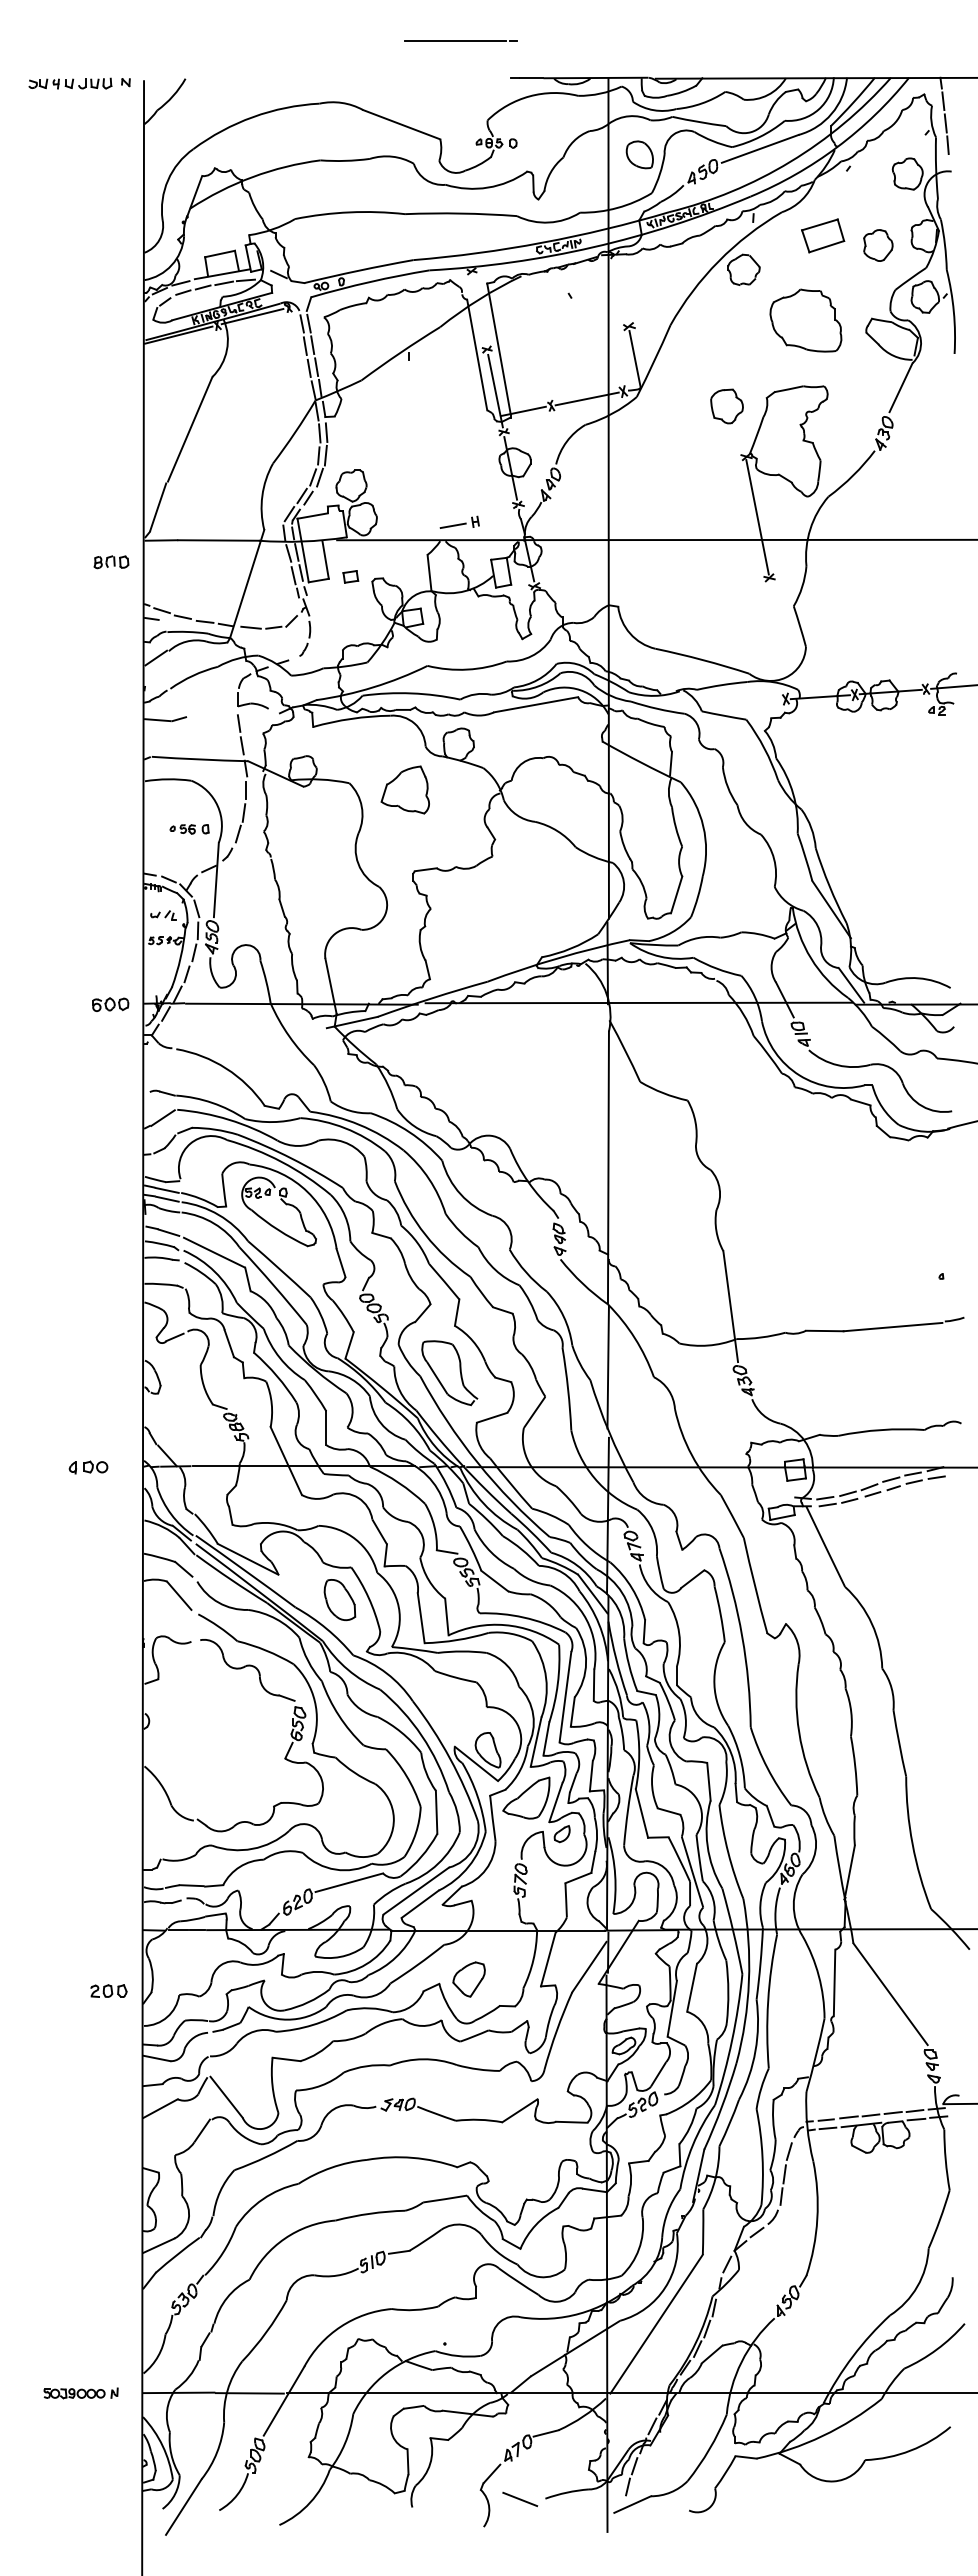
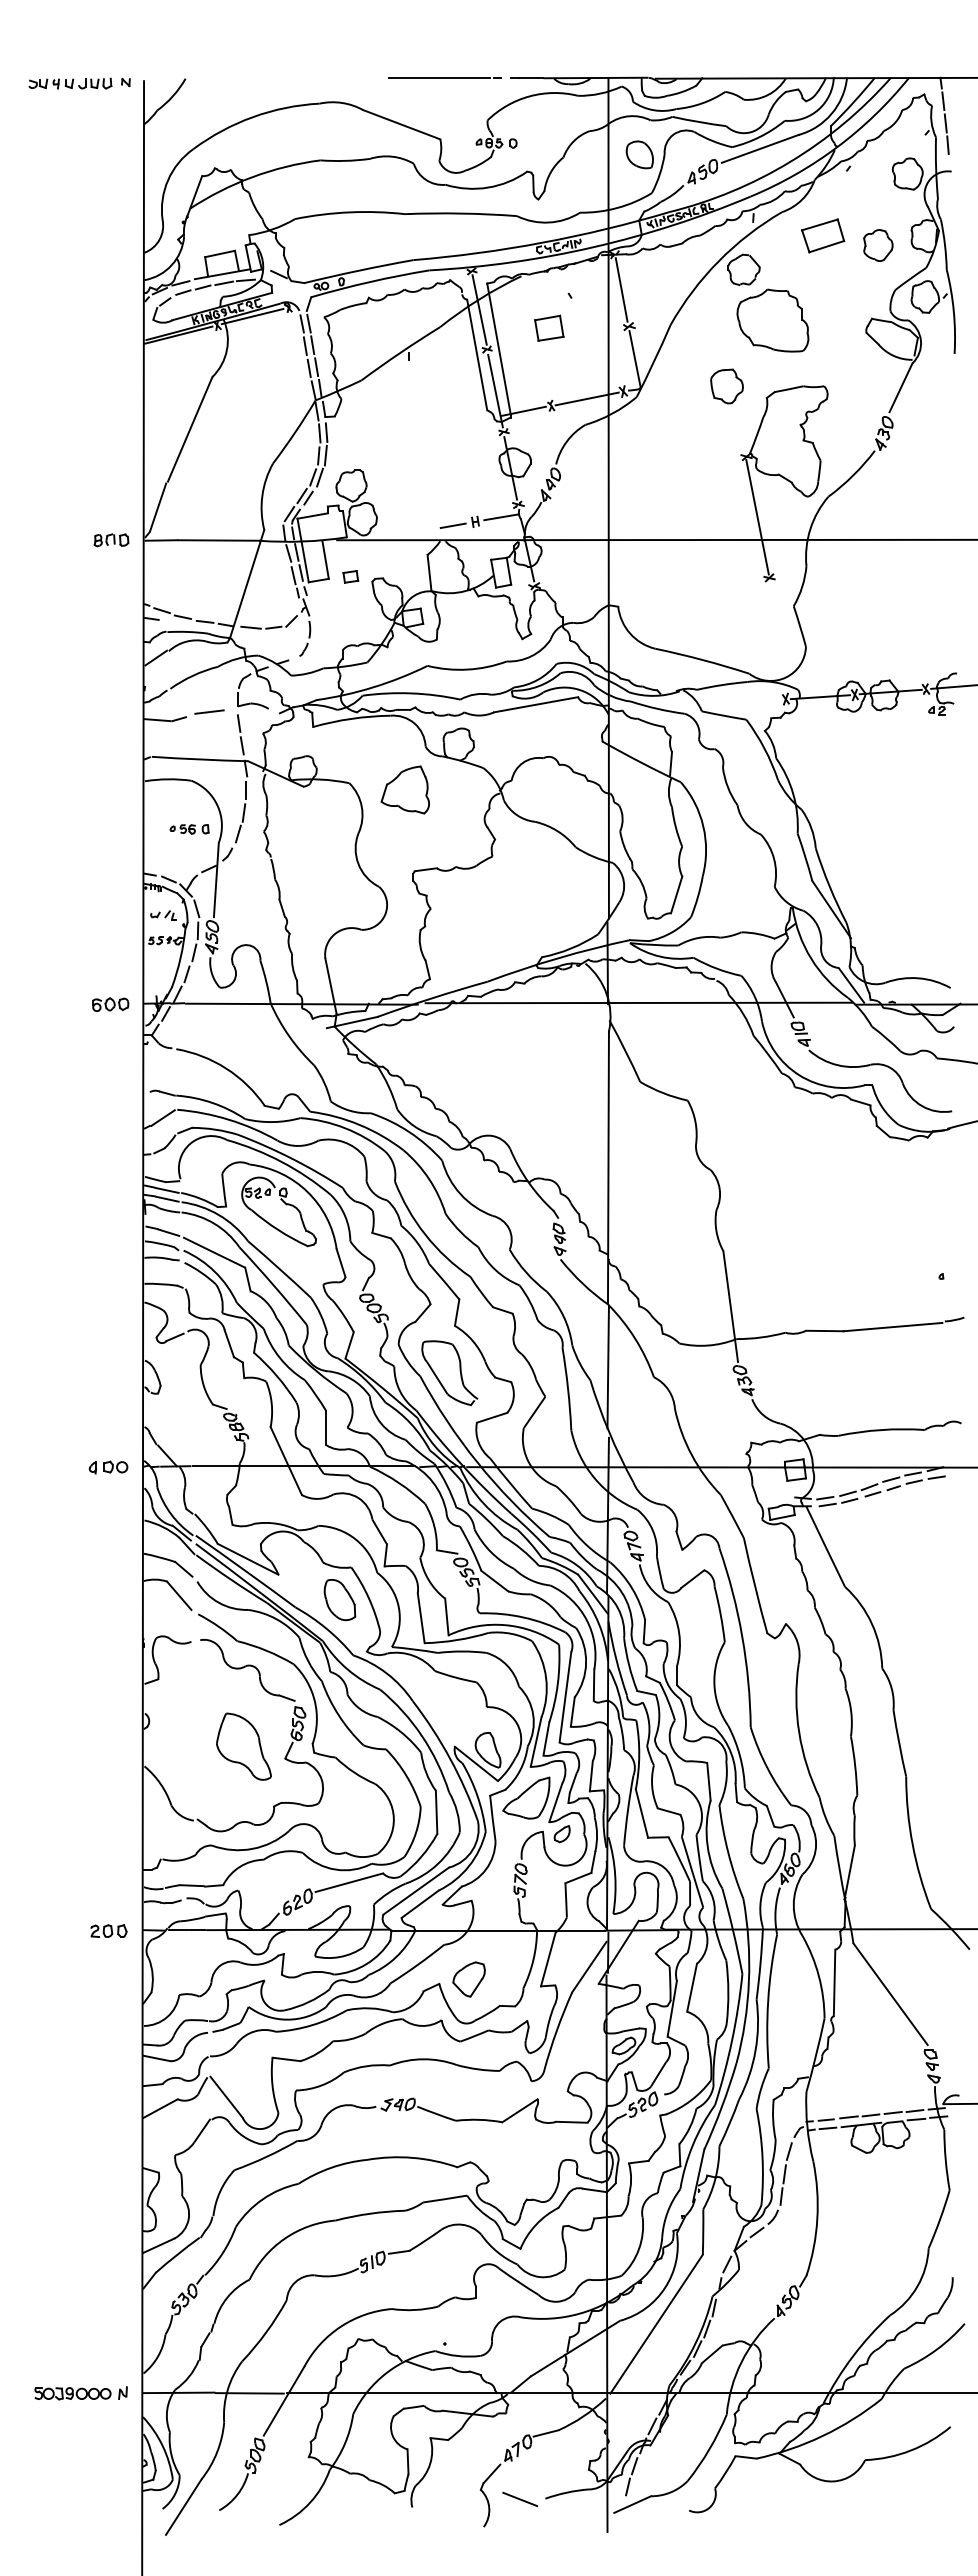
line at (460, 40) position: (460, 40) -> (444, 77)
line at (621, 289): none -> present
line at (479, 309): none -> present
part at (805, 320) position: (805, 320) -> (772, 320)
part at (549, 327): none -> present
part at (726, 406) position: (726, 406) -> (726, 386)
line at (501, 517): none -> present
part at (111, 562) position: (111, 562) -> (111, 540)
line at (209, 711): none -> present
part at (88, 1467) position: (88, 1467) -> (108, 1467)
part at (243, 1746): none -> present
part at (108, 1990) position: (108, 1990) -> (108, 1930)
part at (80, 2393) size: 76x13 px -> 94x15 px
